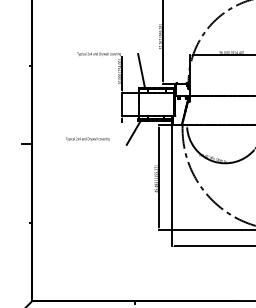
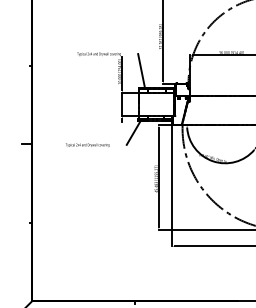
text at (87, 138) position: (87, 138) -> (87, 144)
